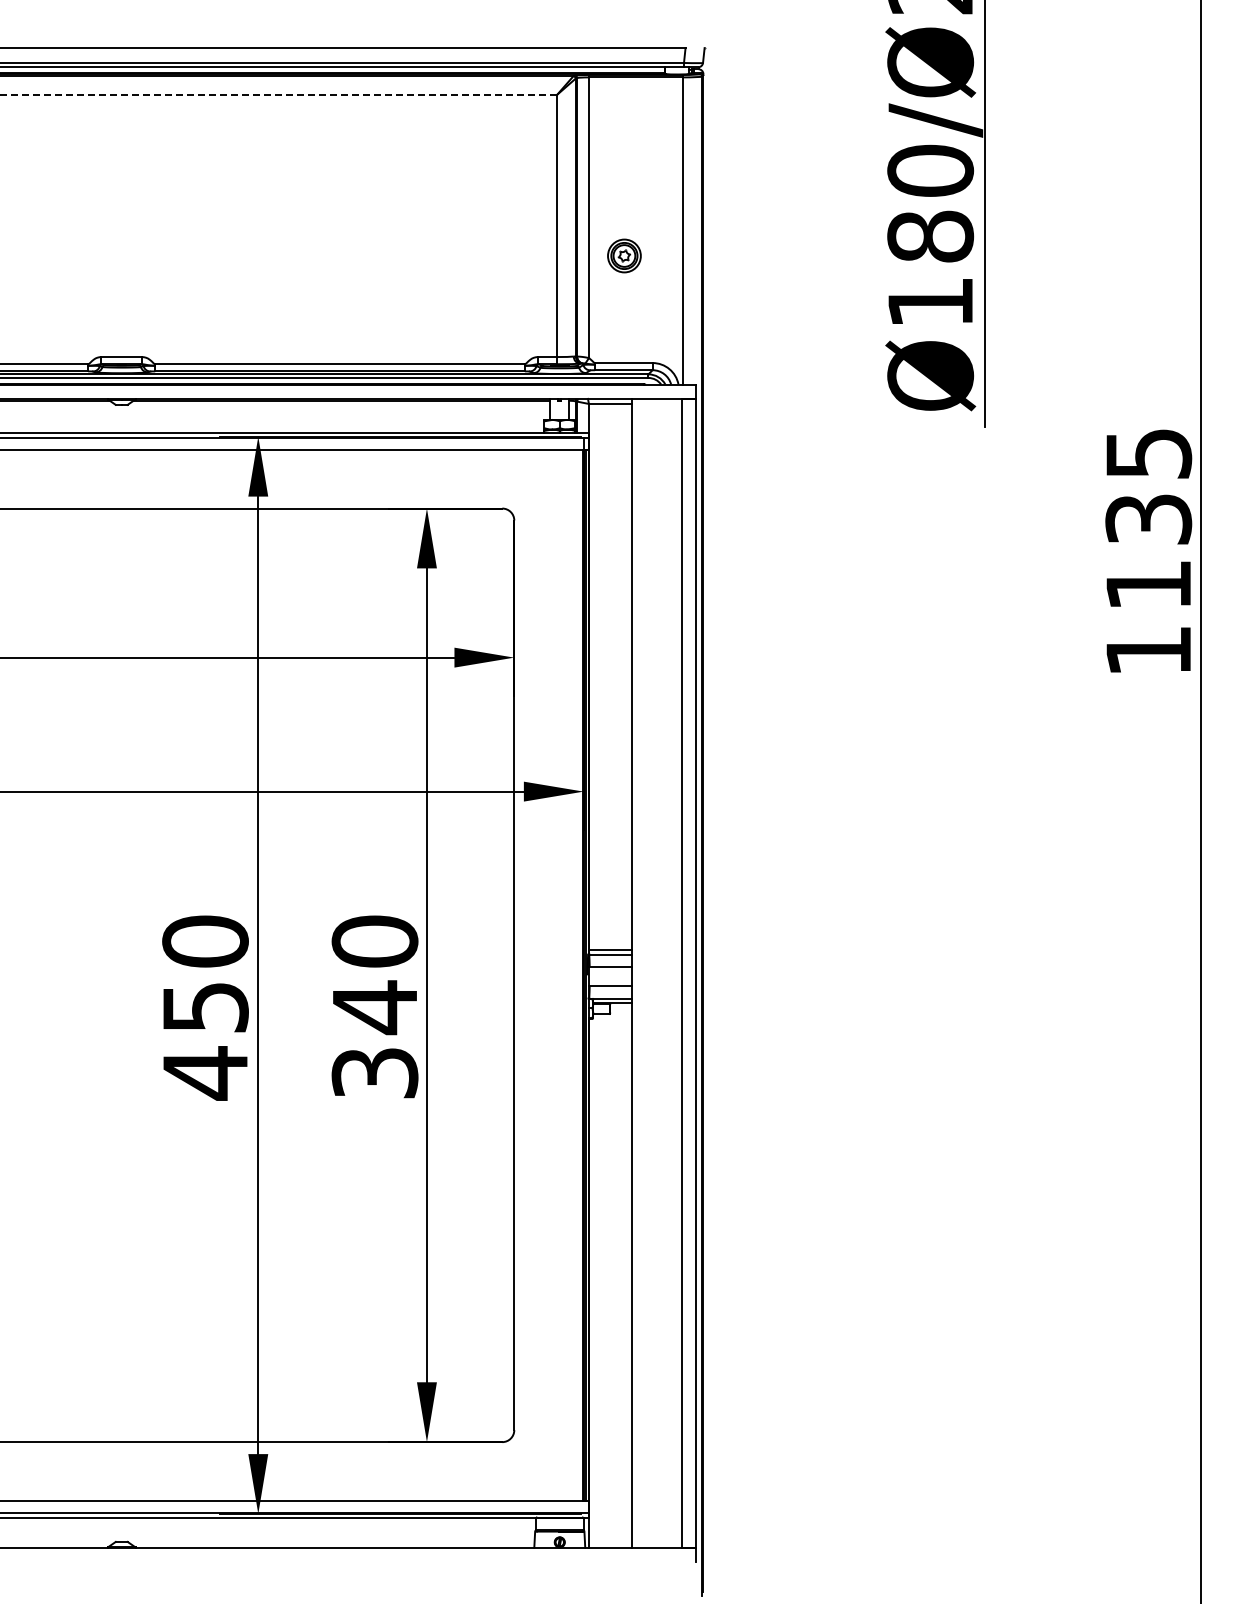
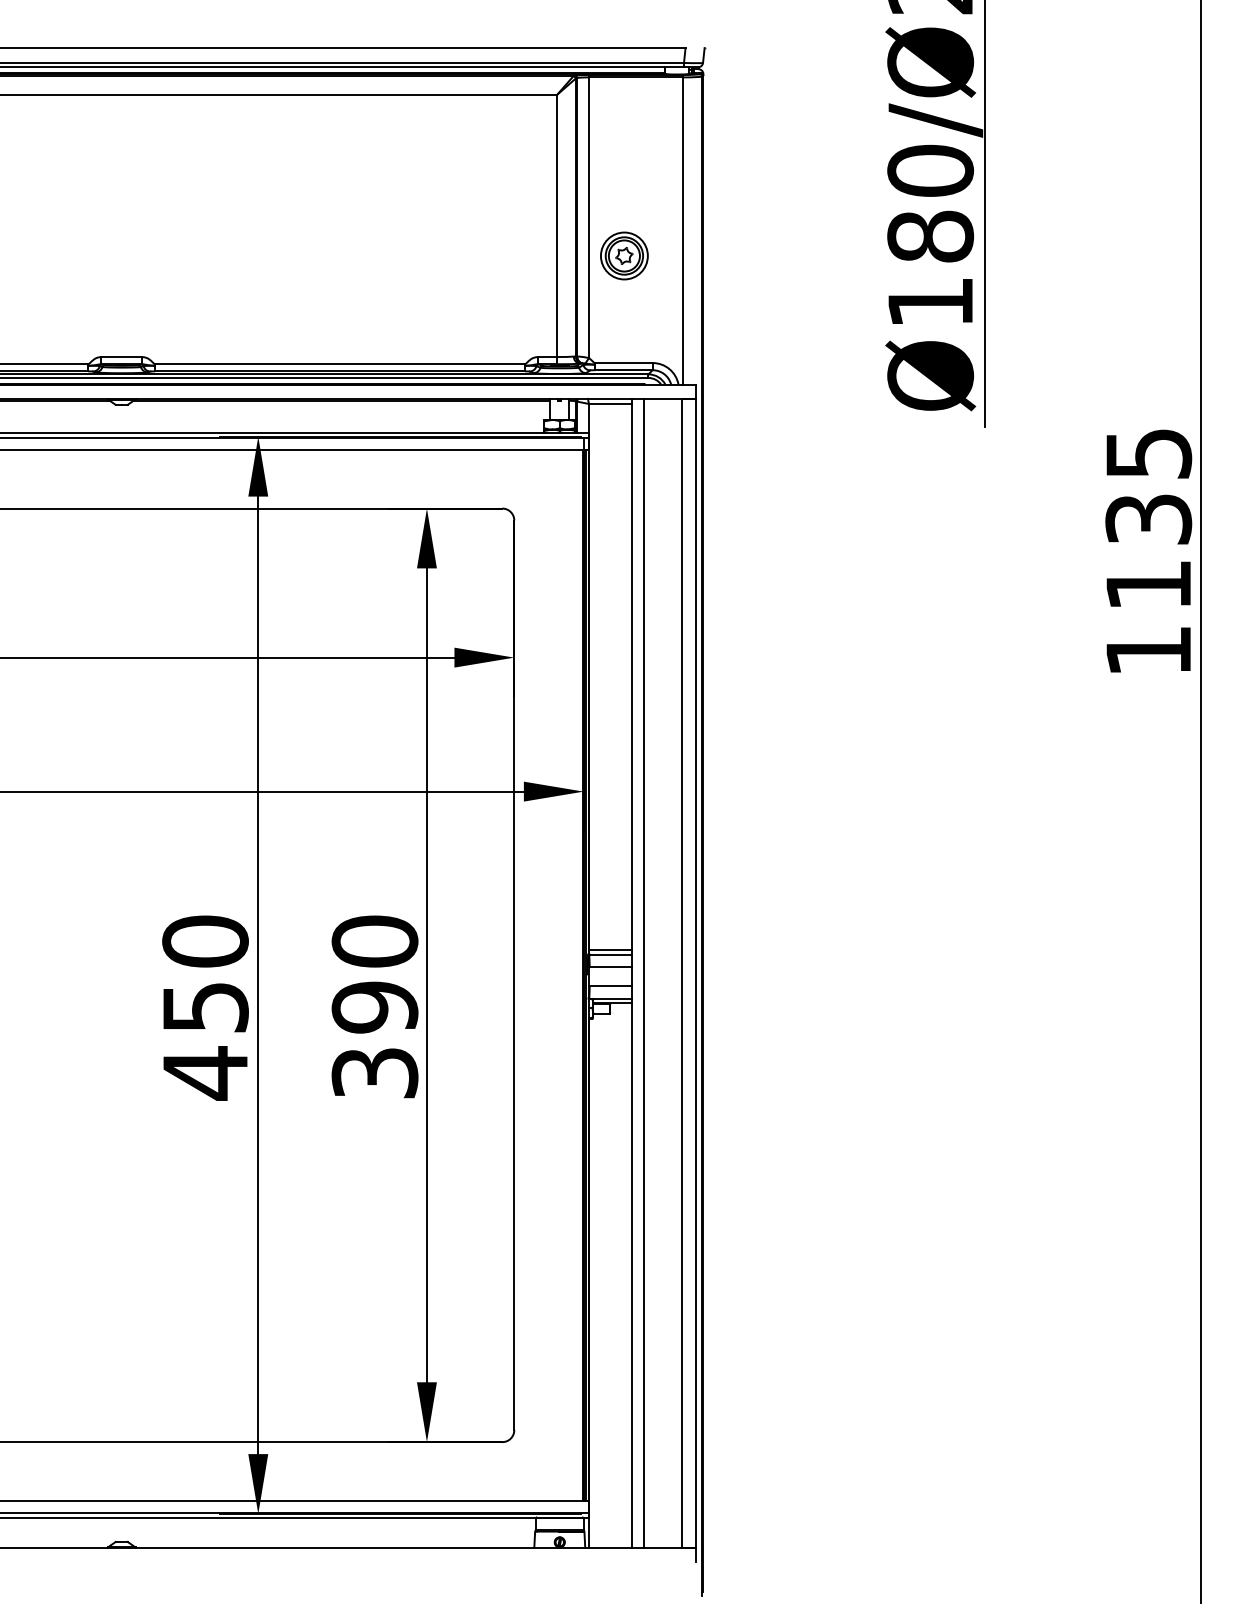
line at (278, 95): dashed -> solid
part at (624, 255) size: 35x36 px -> 49x50 px
line at (643, 972): none -> present
text at (374, 1007): 340 -> 390
